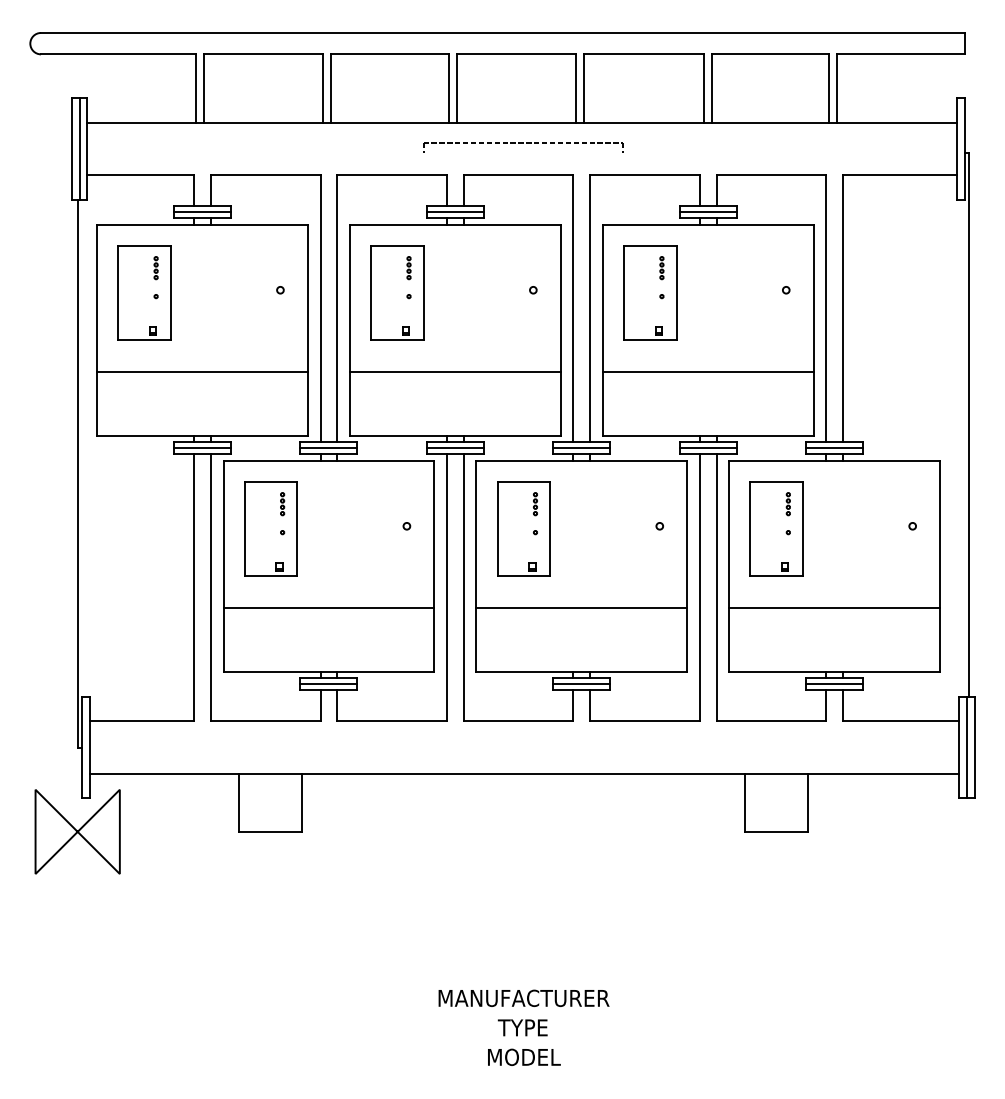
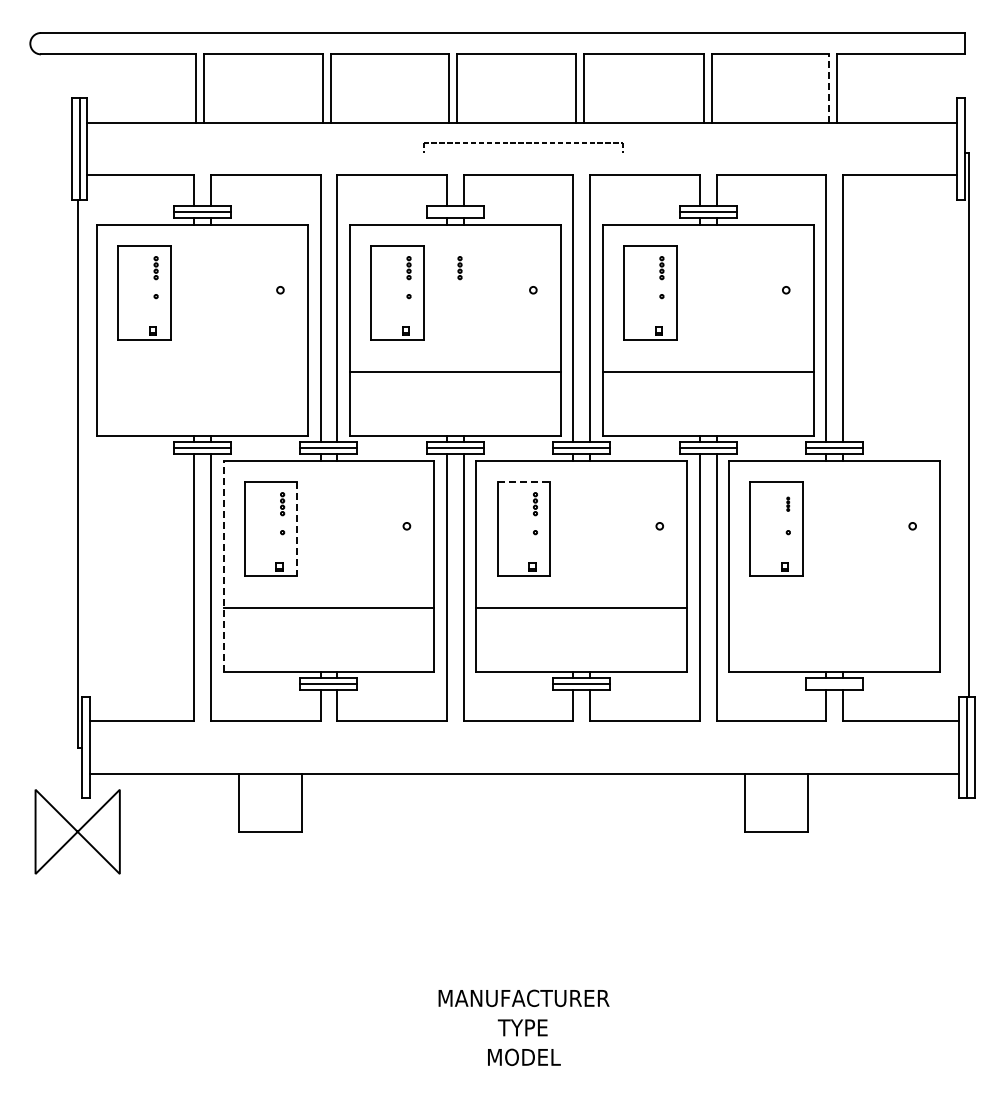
line at (828, 88): solid -> dashed
line at (454, 212): present -> none
part at (459, 268): none -> present
line at (202, 372): present -> none
line at (524, 482): solid -> dashed
part at (787, 504) size: 6x25 px -> 5x16 px
line at (297, 528): solid -> dashed
line at (223, 565): solid -> dashed
line at (834, 608): present -> none
line at (834, 684): present -> none
